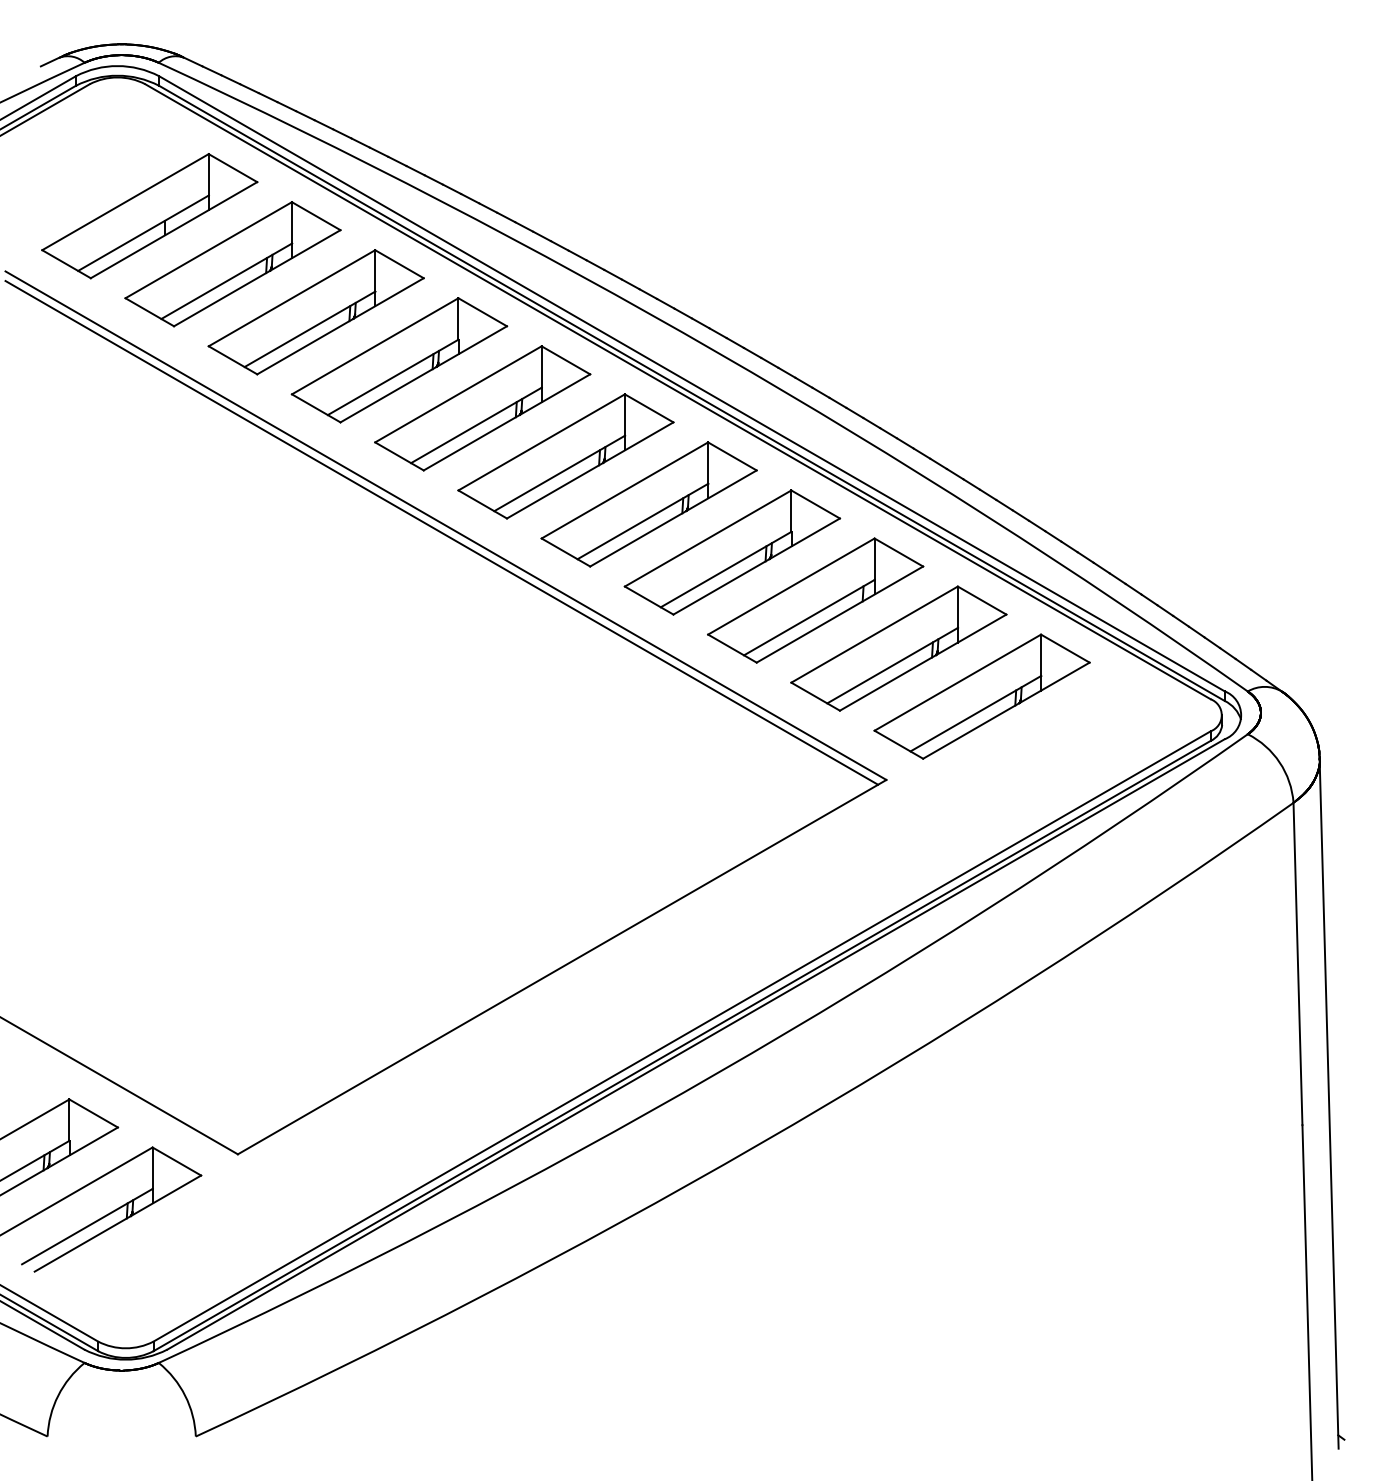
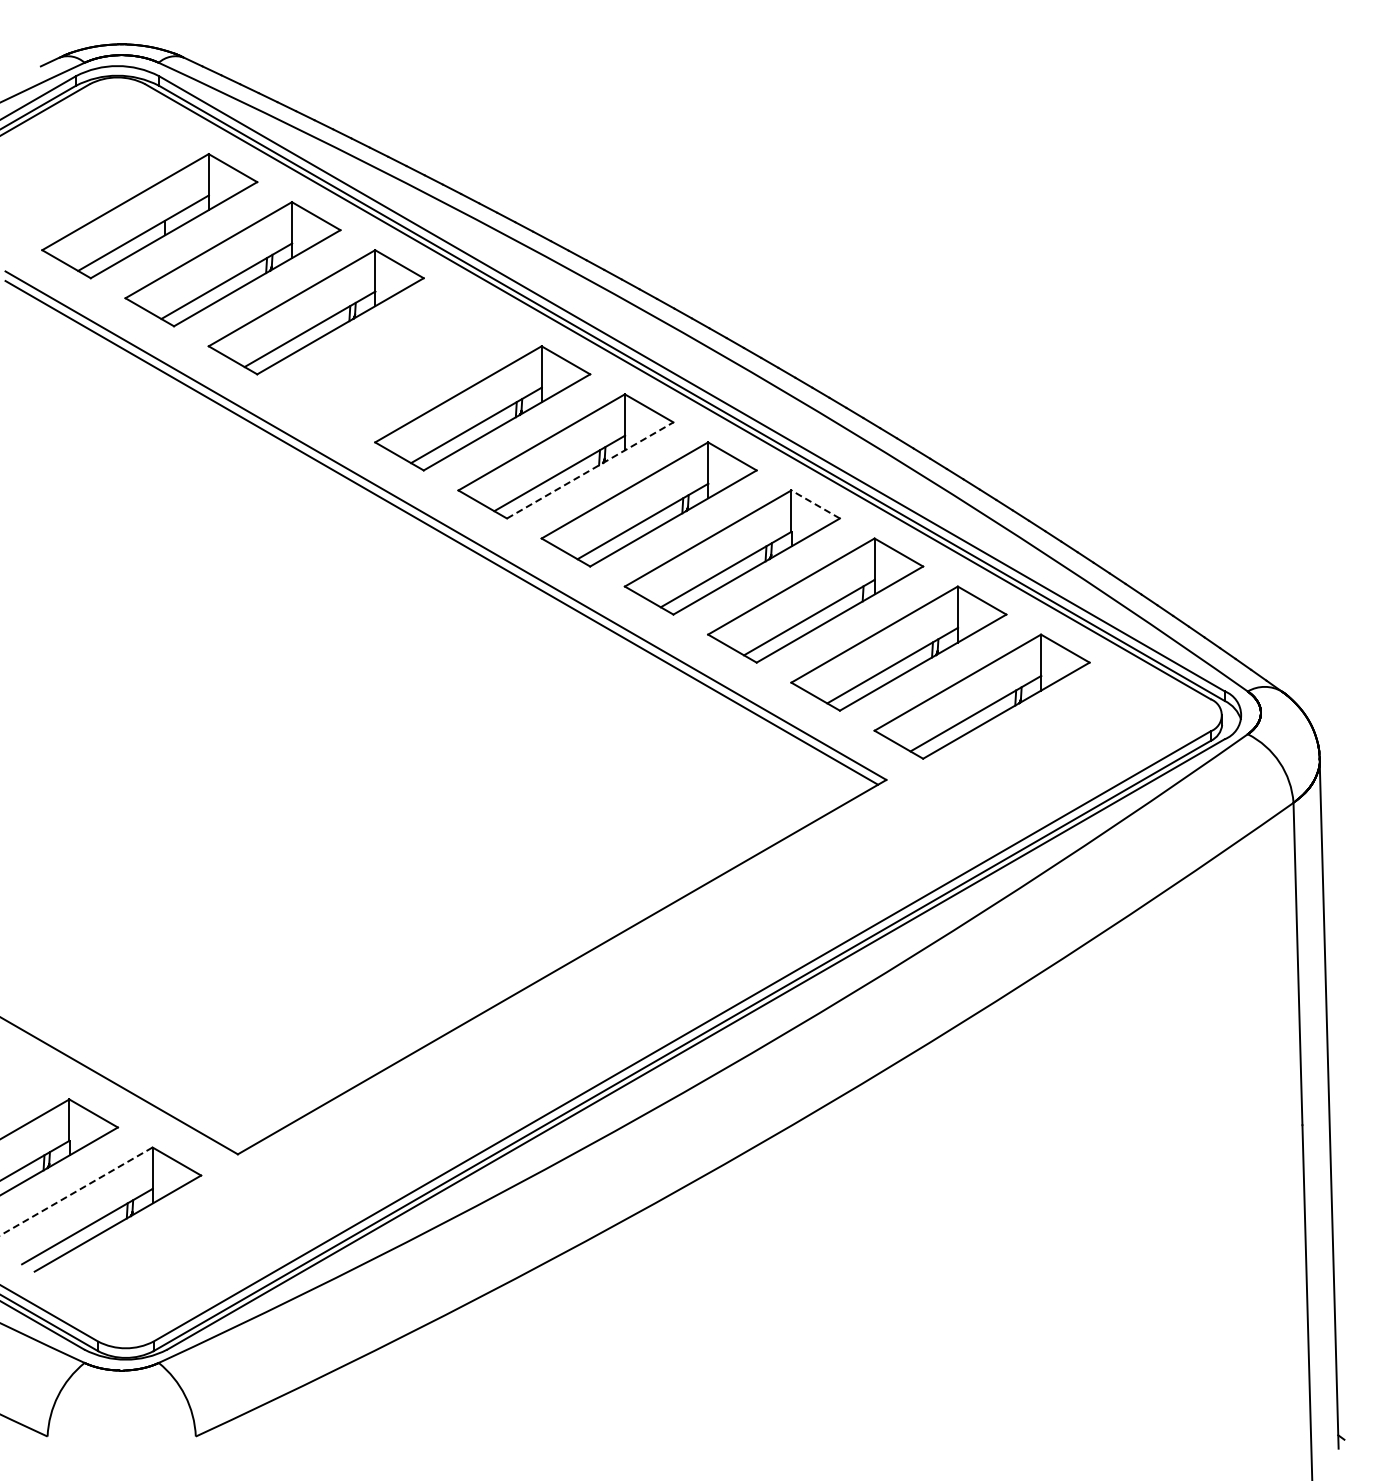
part at (399, 360): present -> none
line at (590, 470): solid -> dashed
line at (815, 504): solid -> dashed
line at (76, 1191): solid -> dashed
